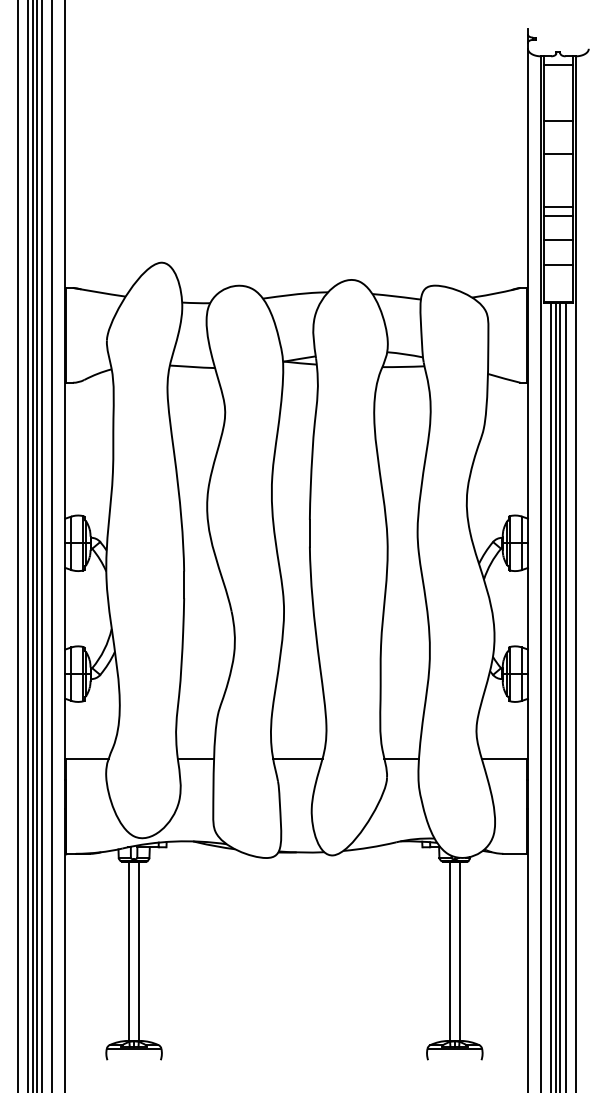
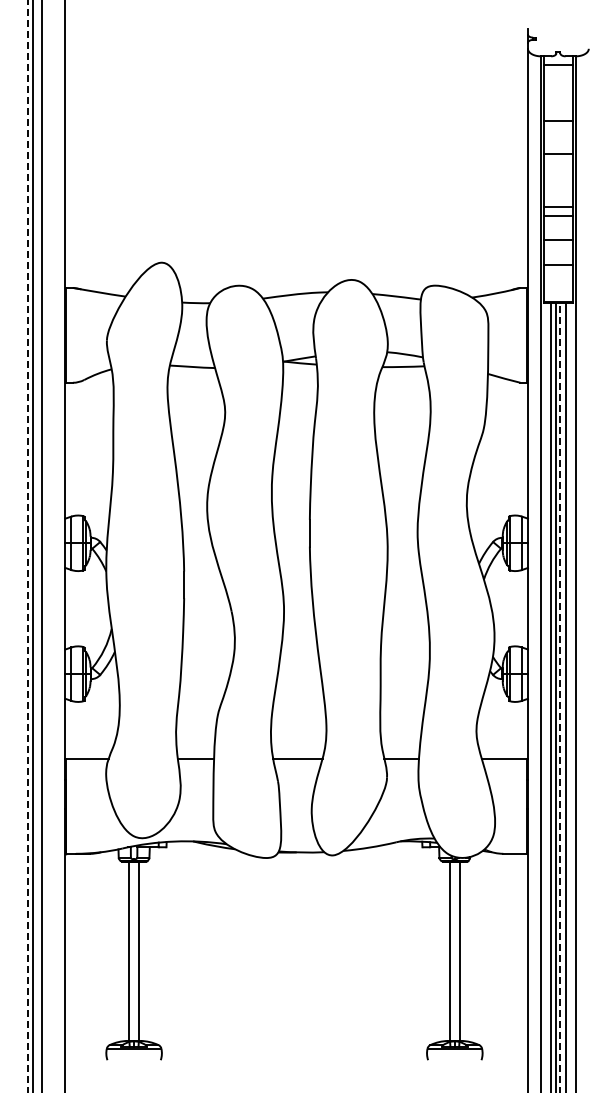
line at (17, 545): present -> none
line at (36, 545): present -> none
line at (52, 545): present -> none
line at (27, 546): solid -> dashed
line at (560, 697): solid -> dashed
